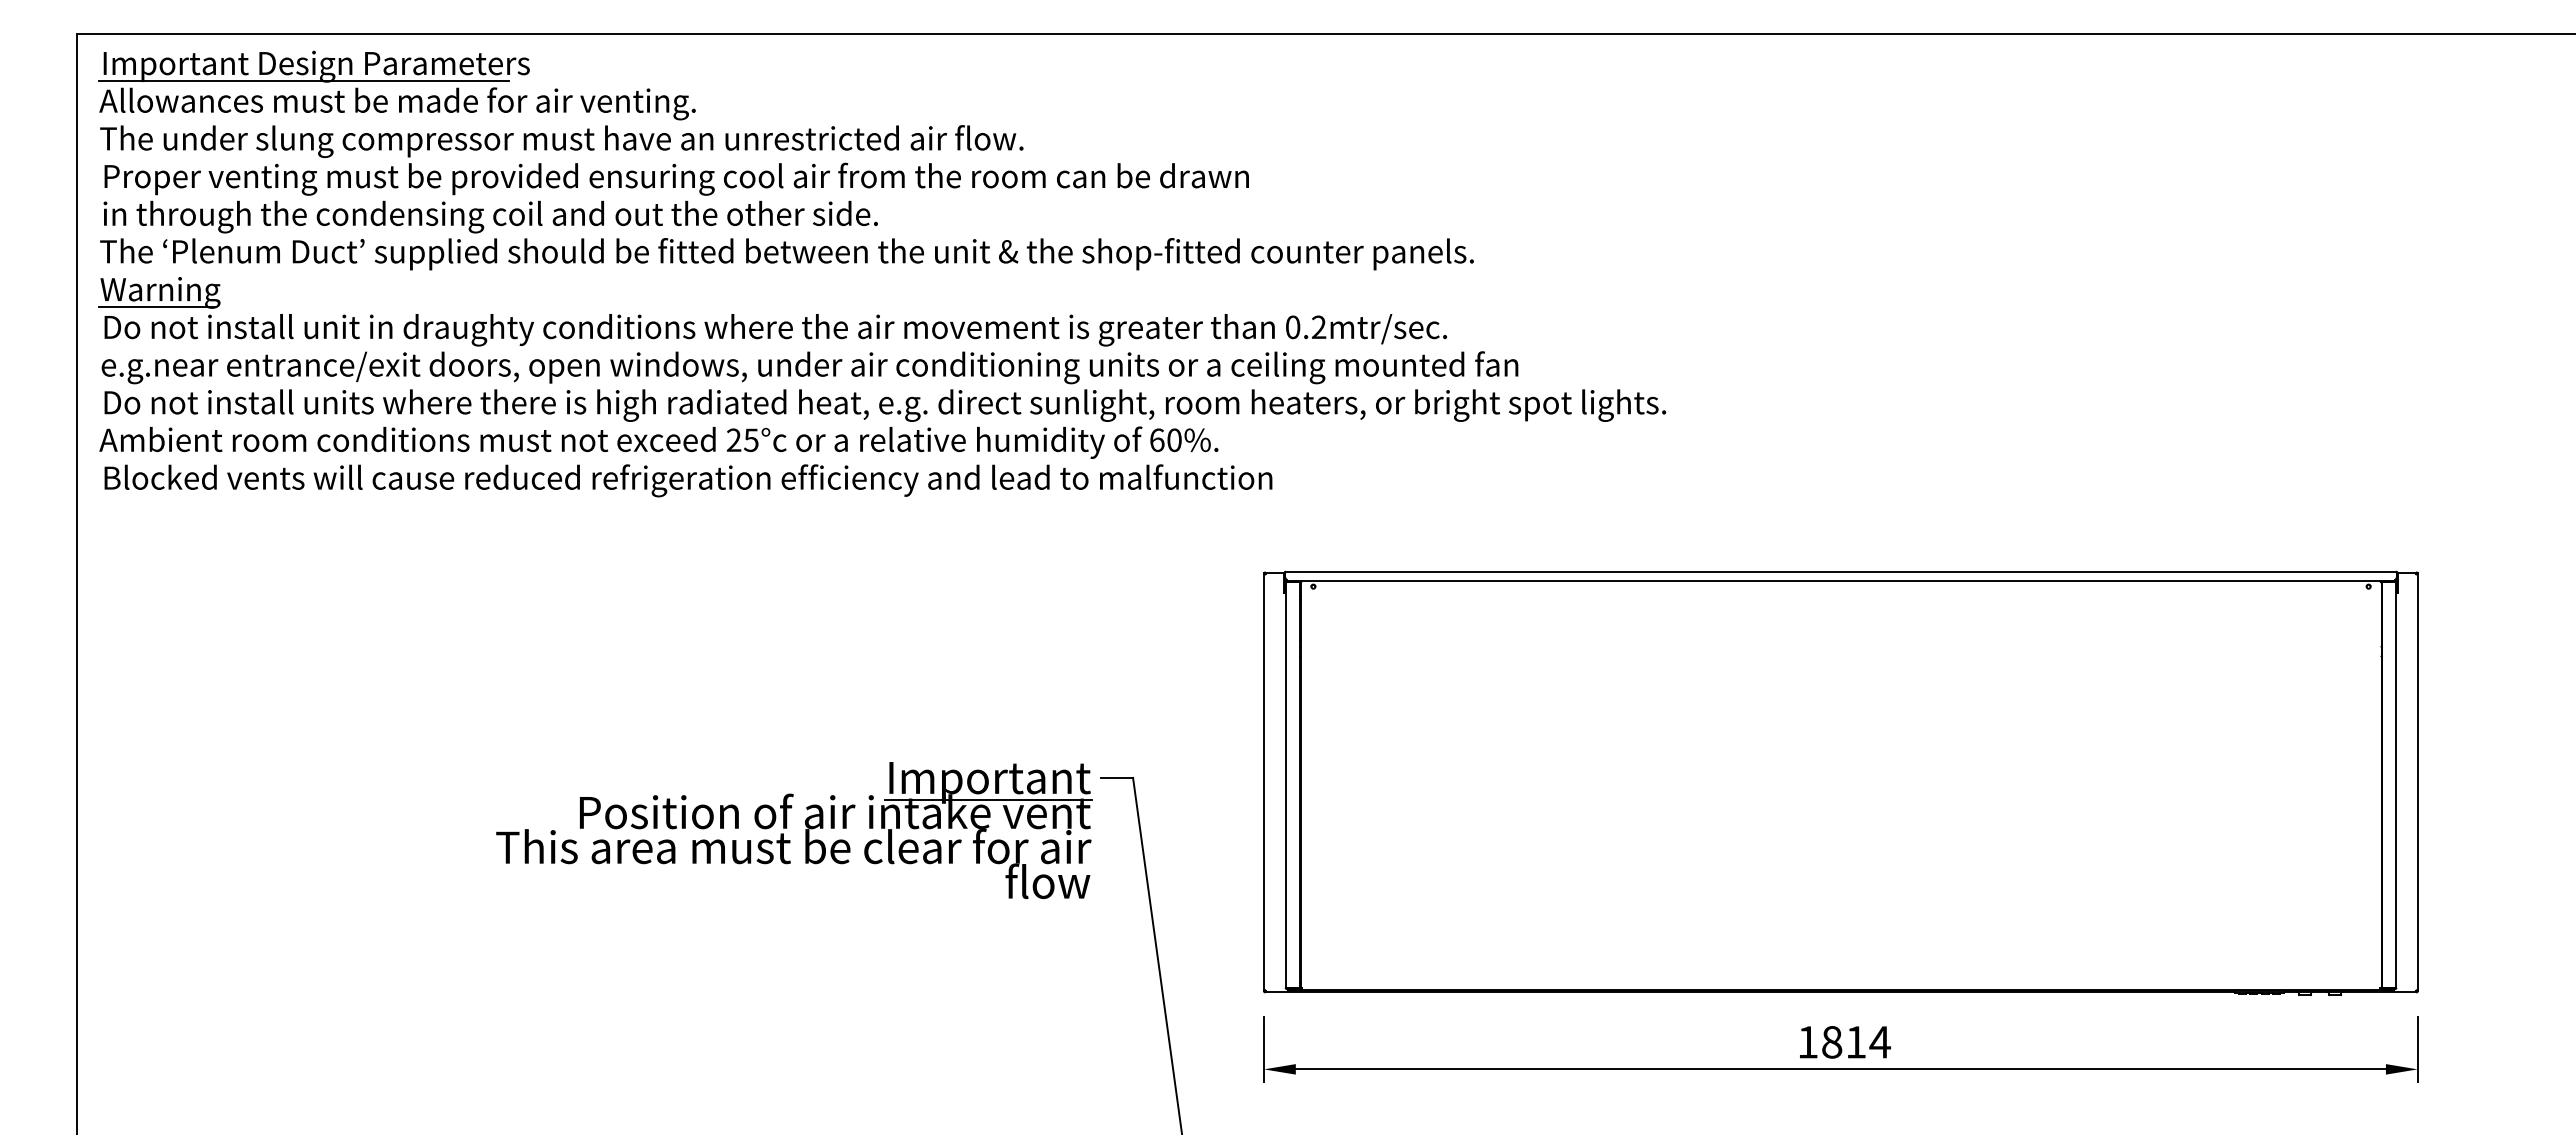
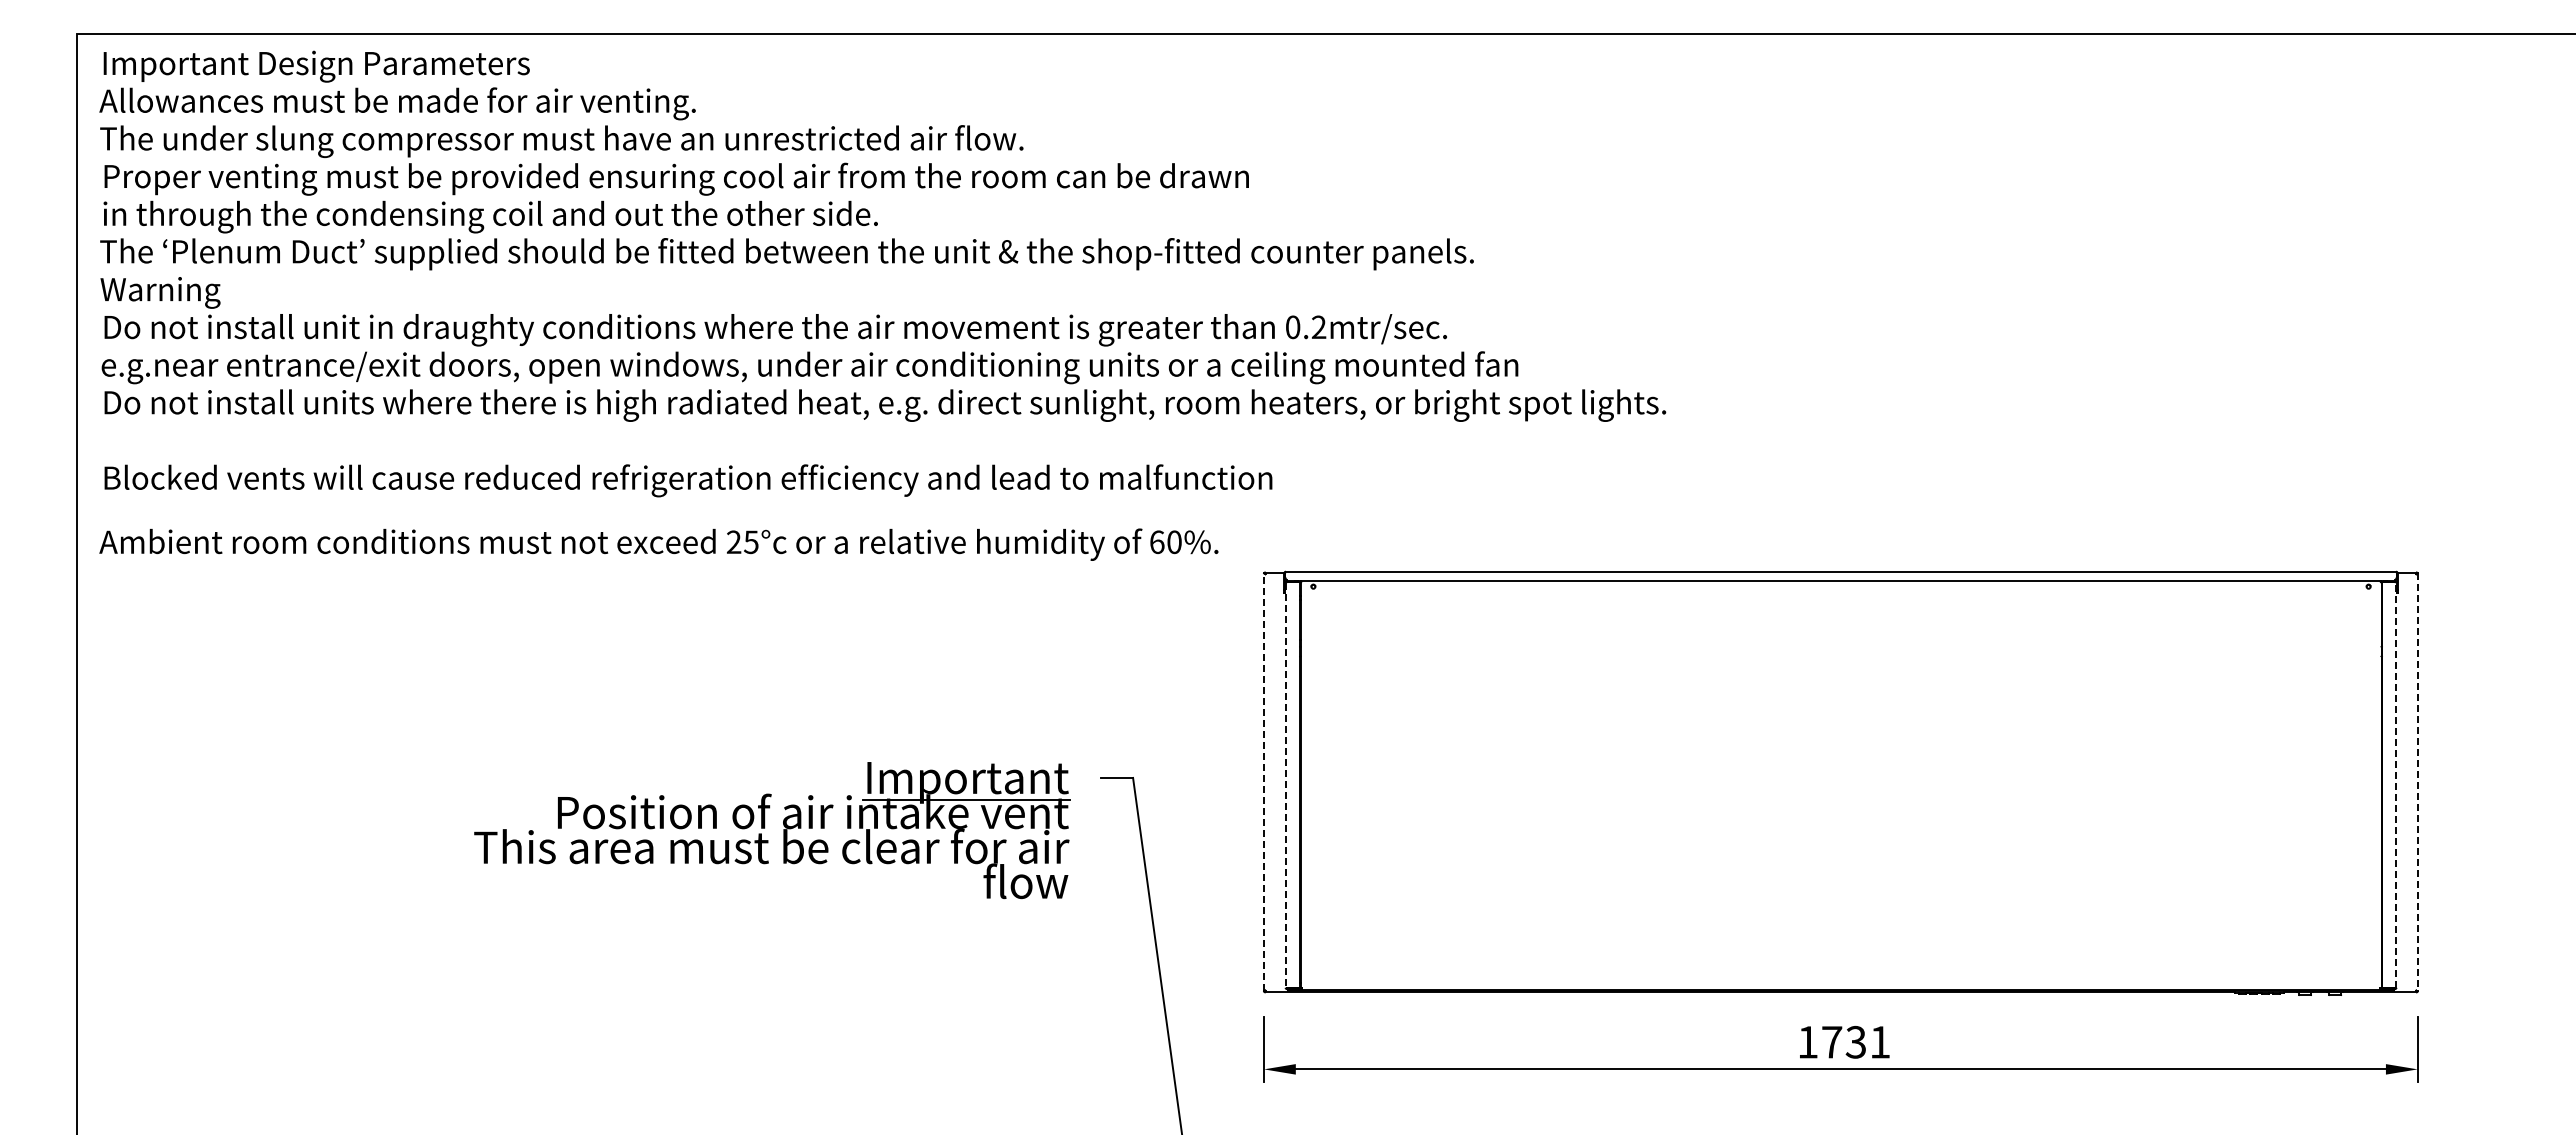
line at (304, 80): present -> none
line at (157, 306): present -> none
text at (658, 442) position: (658, 442) -> (658, 544)
line at (1264, 781): solid -> dashed
line at (2417, 782): solid -> dashed
line at (2396, 784): solid -> dashed
line at (1285, 785): solid -> dashed
part at (787, 827) position: (787, 827) -> (765, 827)
text at (1856, 1041): 1814 -> 1731
